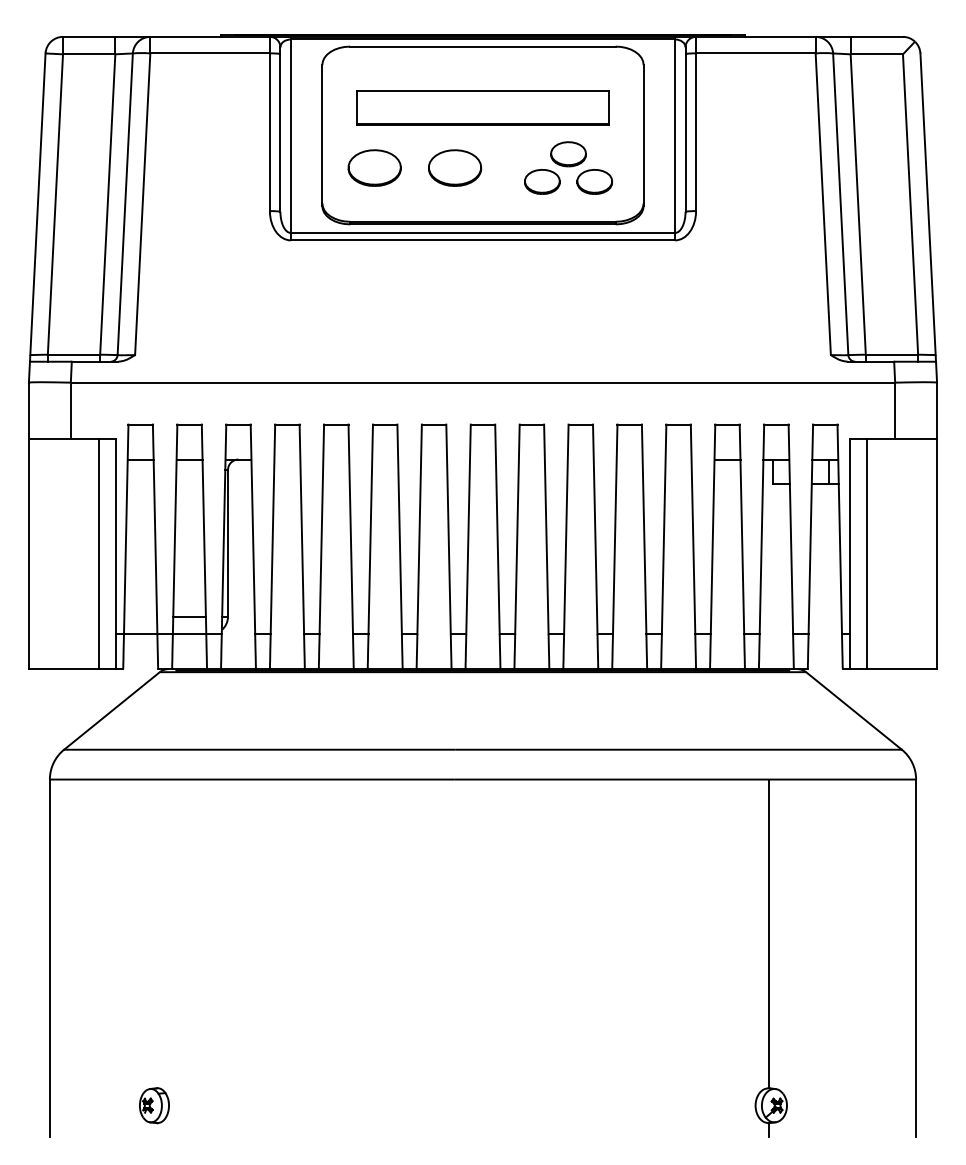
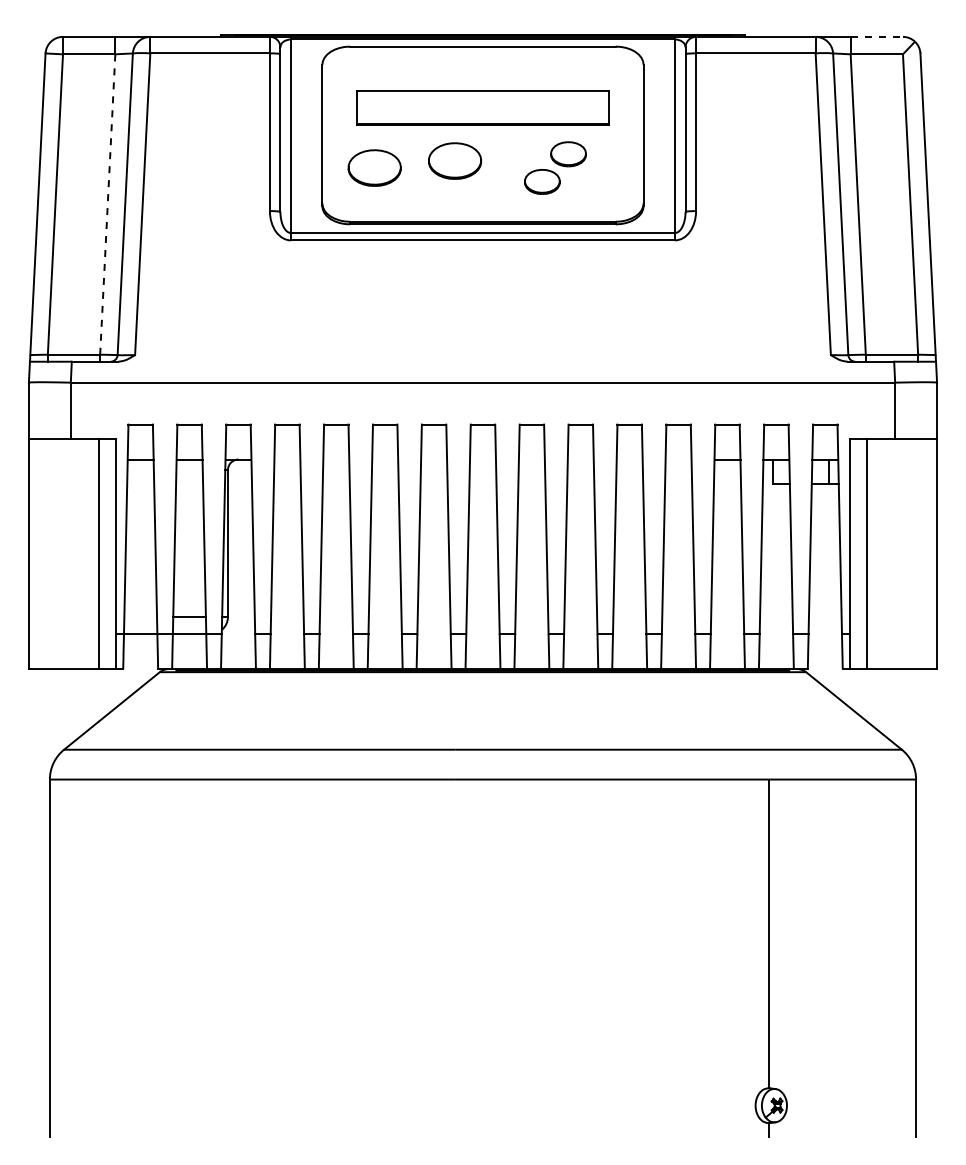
line at (877, 36): solid -> dashed
part at (455, 167) position: (455, 167) -> (455, 160)
part at (594, 181): present -> none
line at (107, 204): solid -> dashed
part at (154, 1105): present -> none
